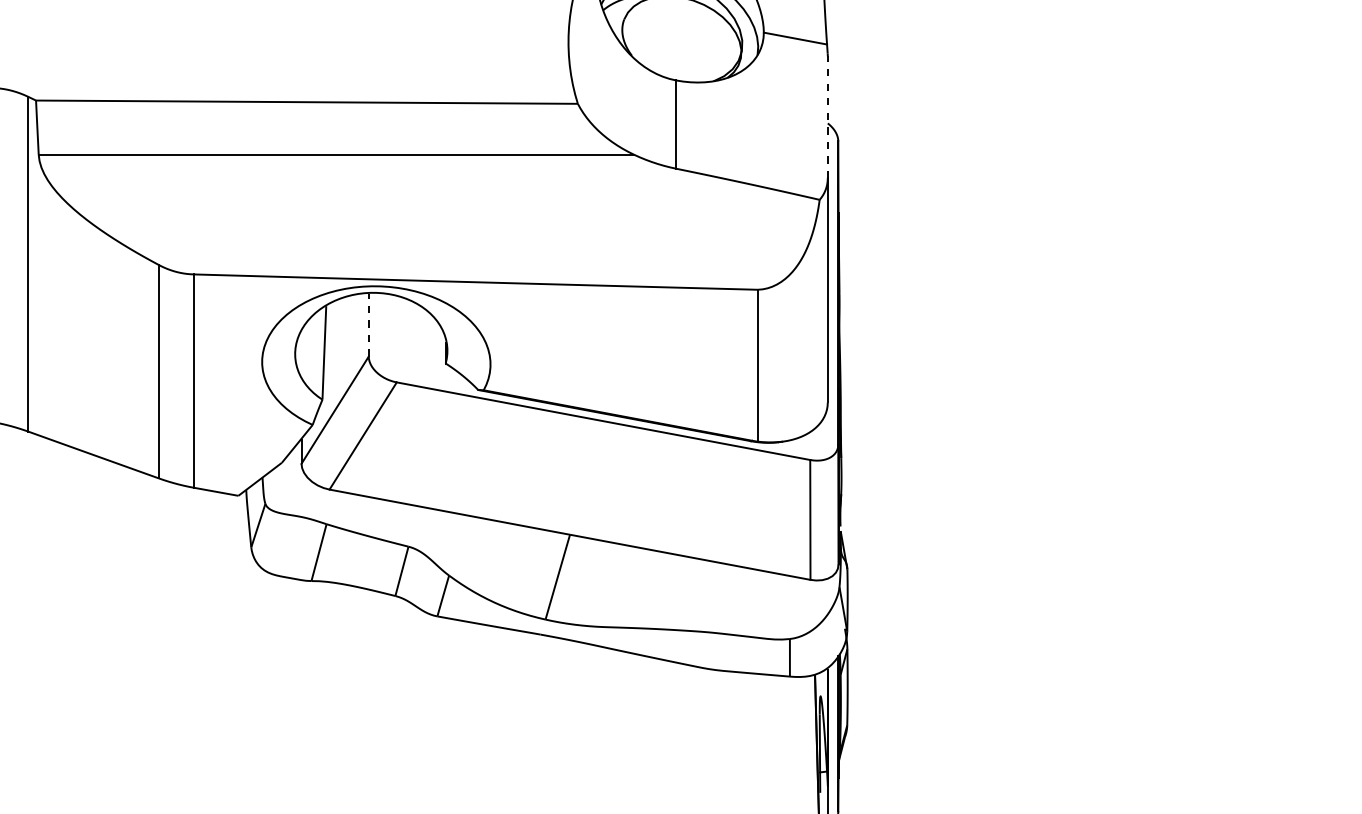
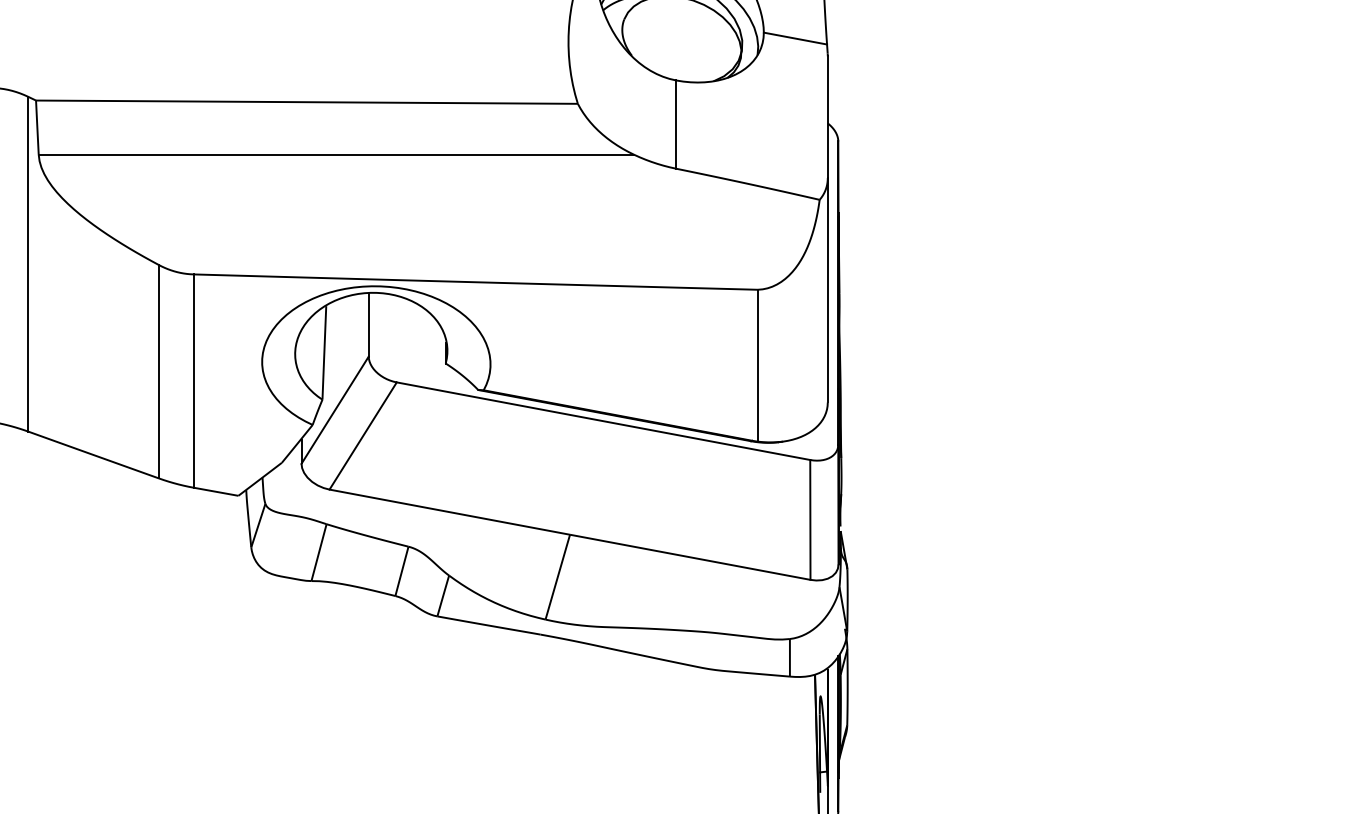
line at (827, 117): dashed -> solid
line at (368, 324): dashed -> solid
